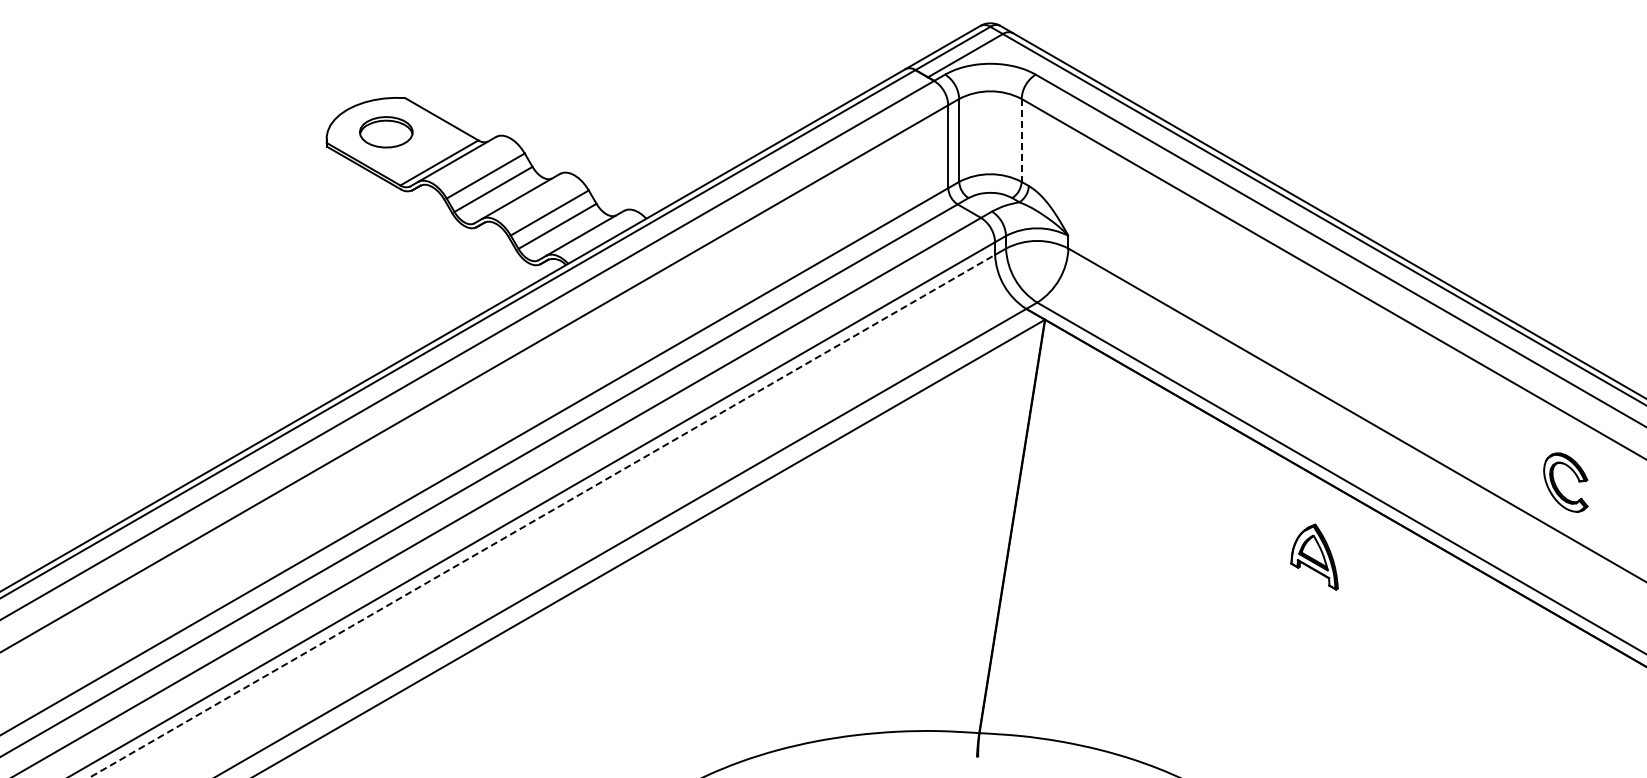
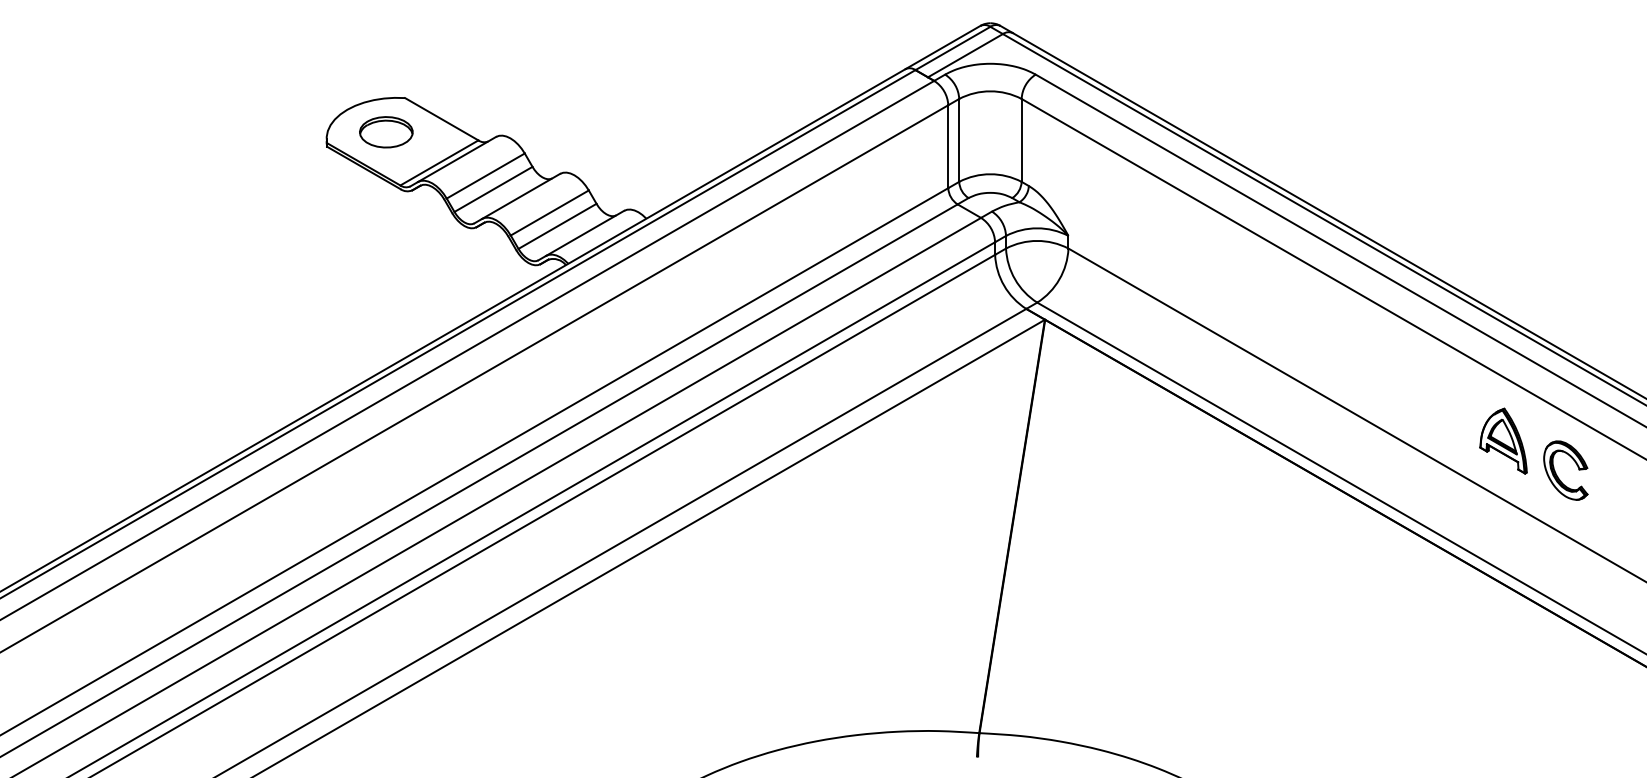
line at (1021, 140): dashed -> solid
part at (1556, 484) position: (1556, 484) -> (1556, 472)
line at (542, 516): dashed -> solid
part at (1314, 556) position: (1314, 556) -> (1503, 440)
